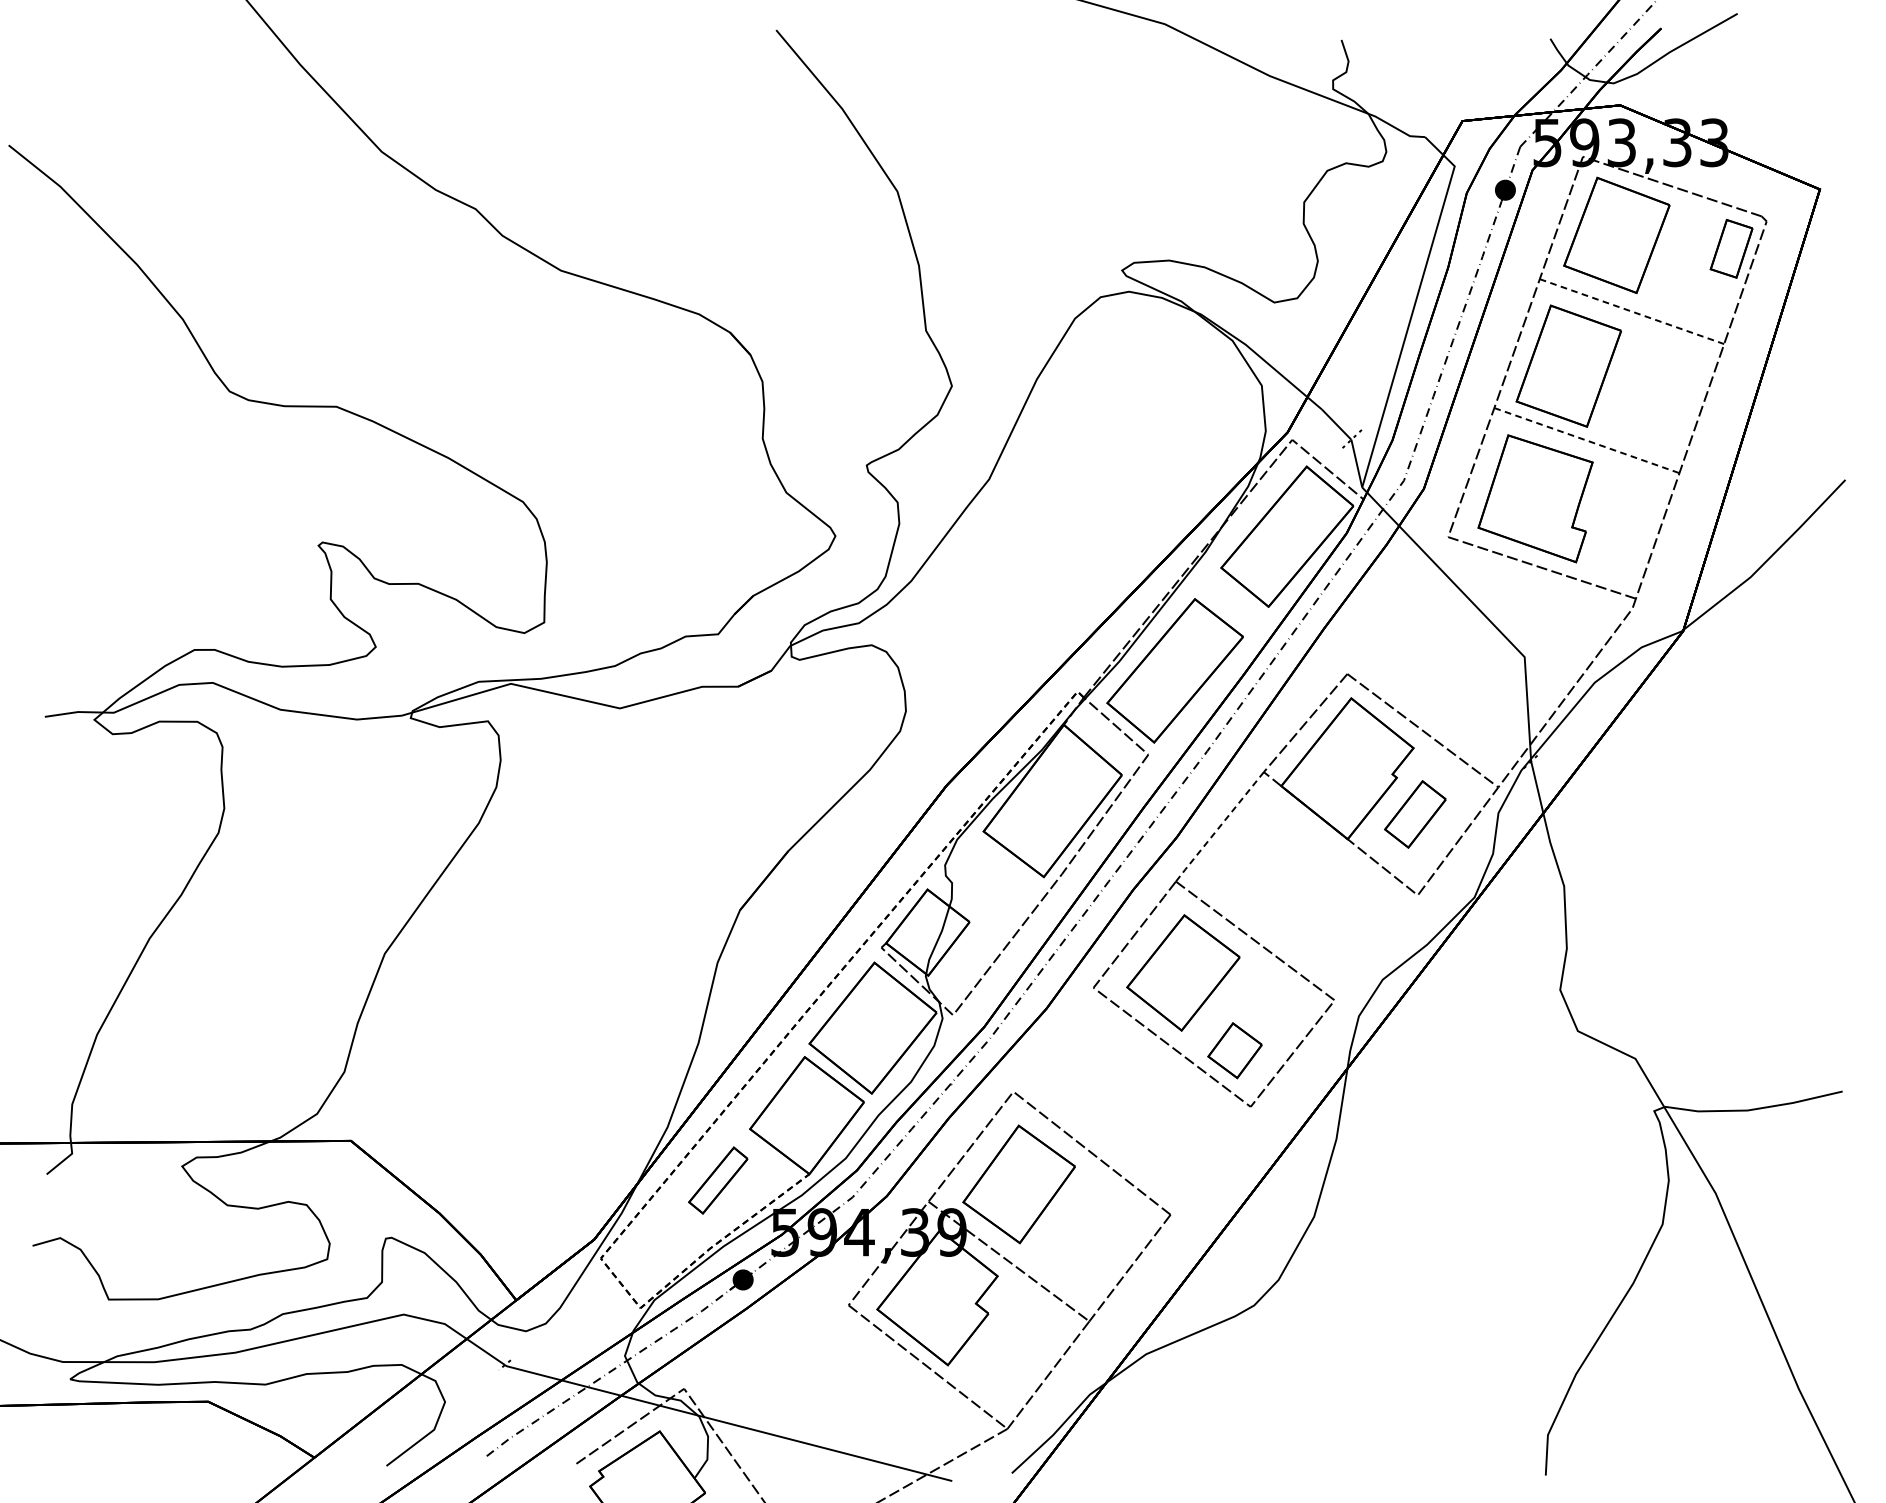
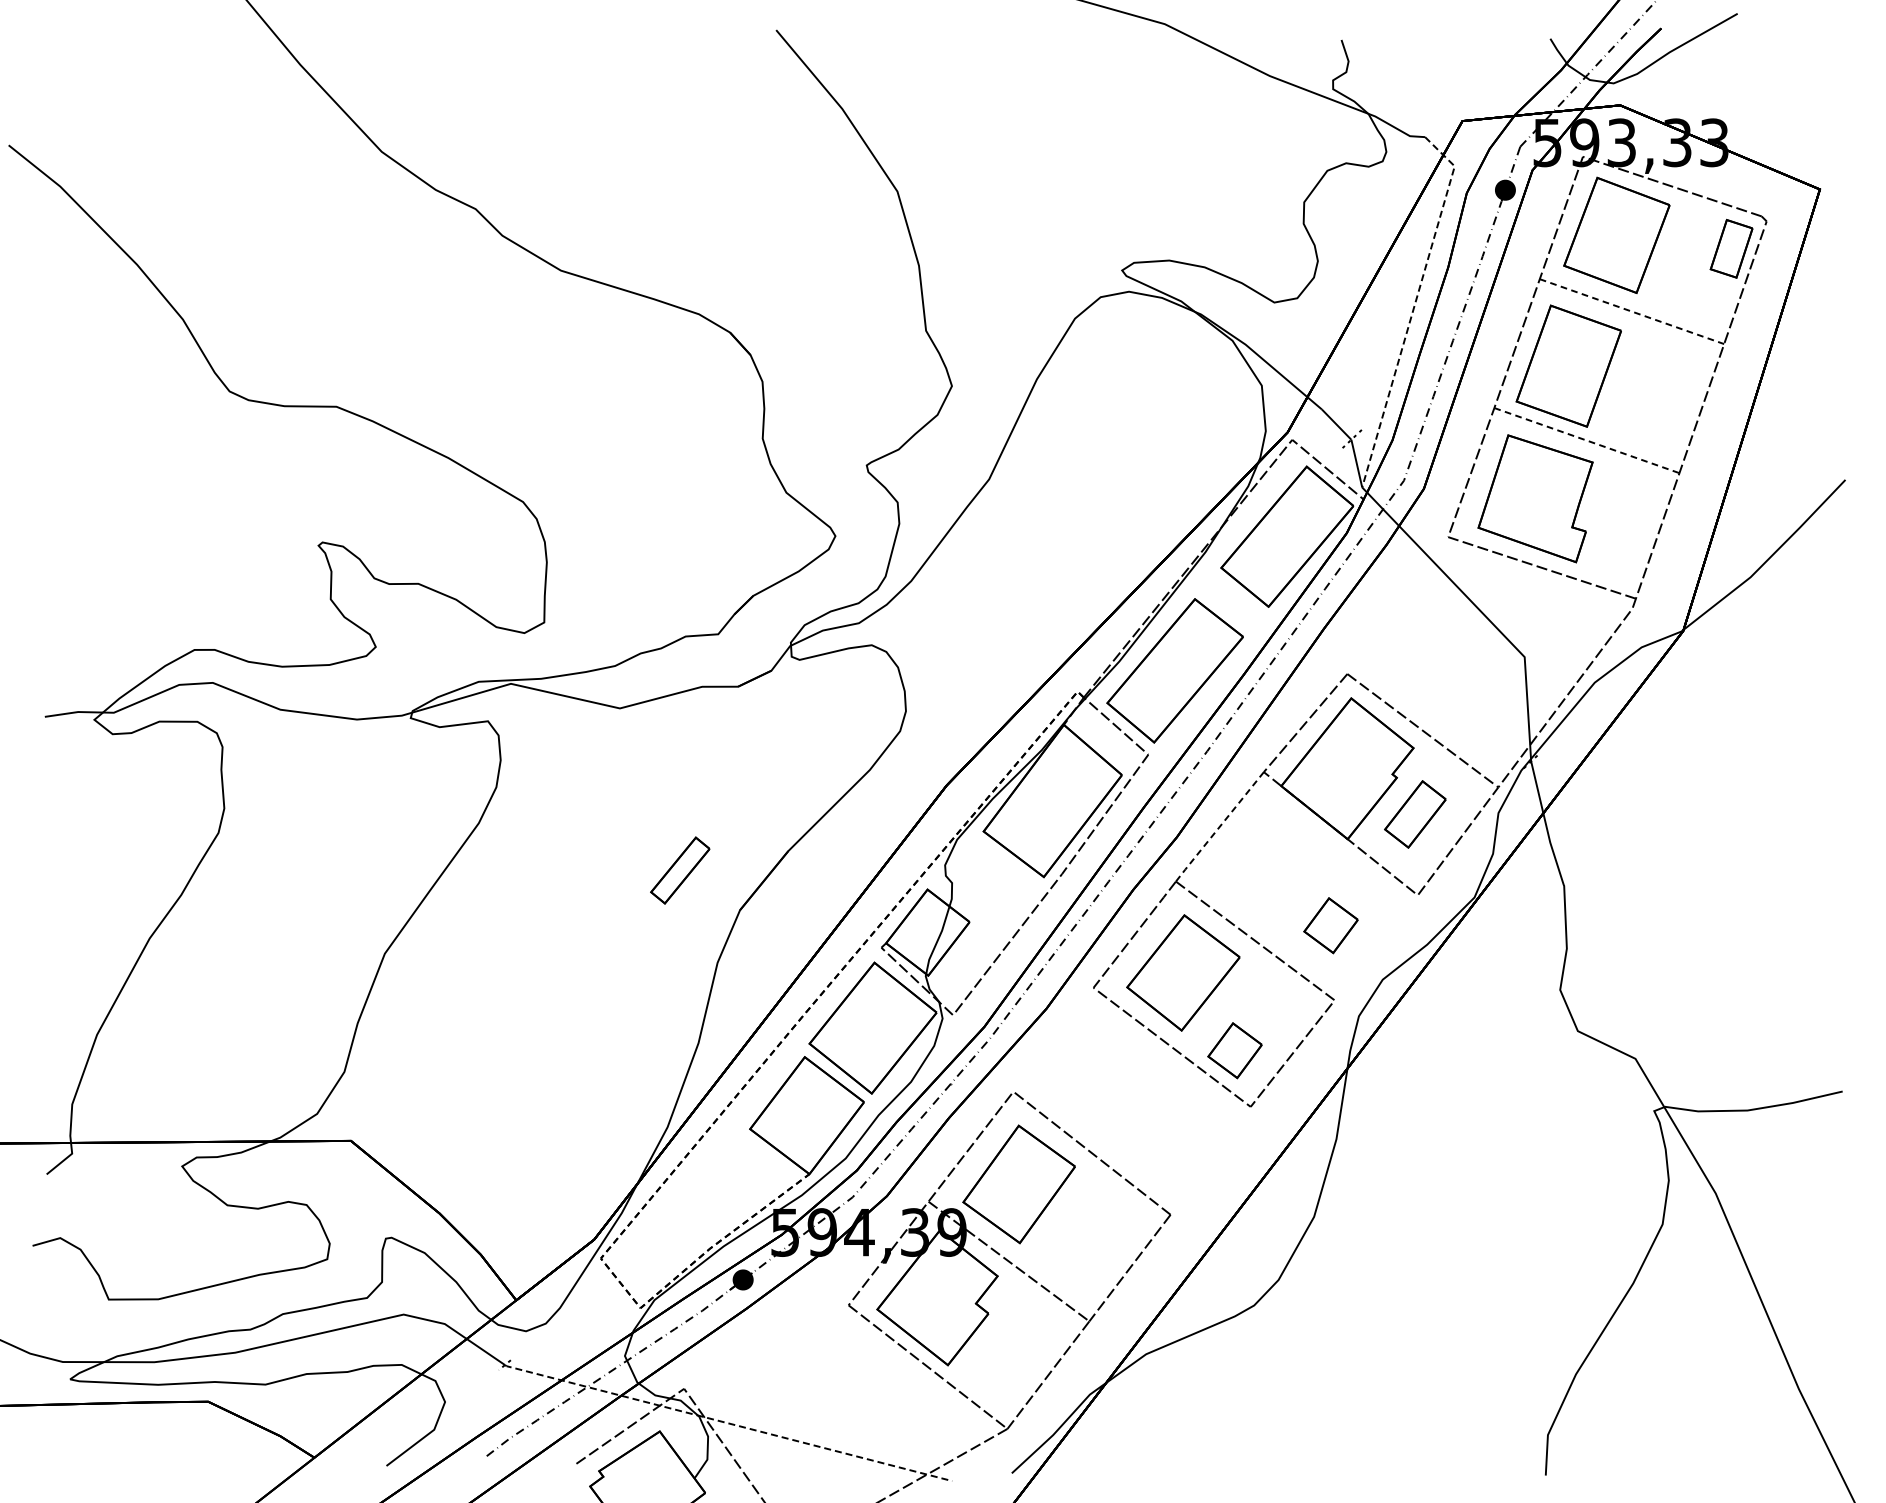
line at (1414, 306): solid -> dashed
part at (1330, 925): none -> present
part at (718, 1180) position: (718, 1180) -> (680, 870)
line at (728, 1423): solid -> dashed
